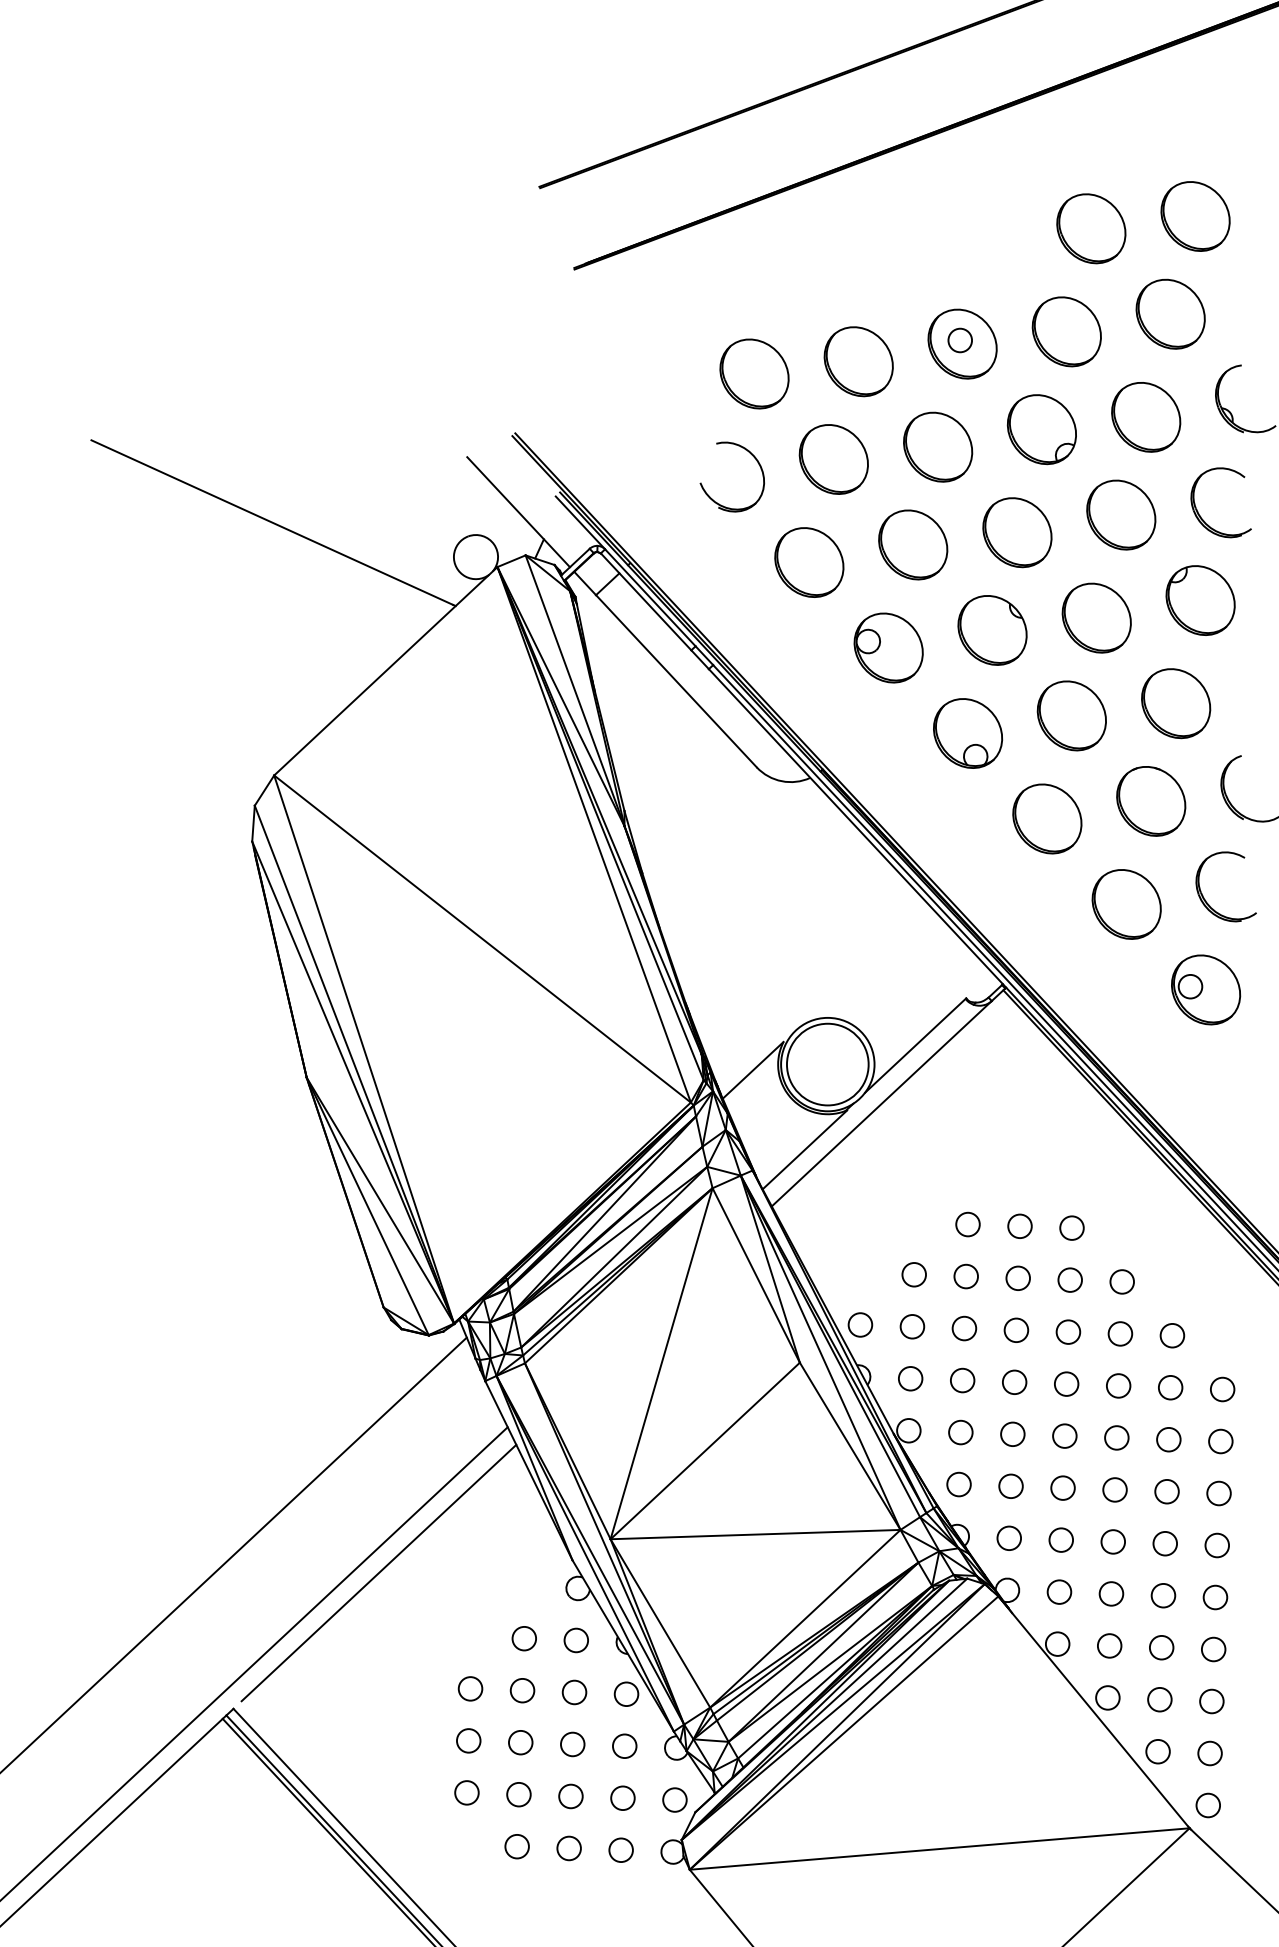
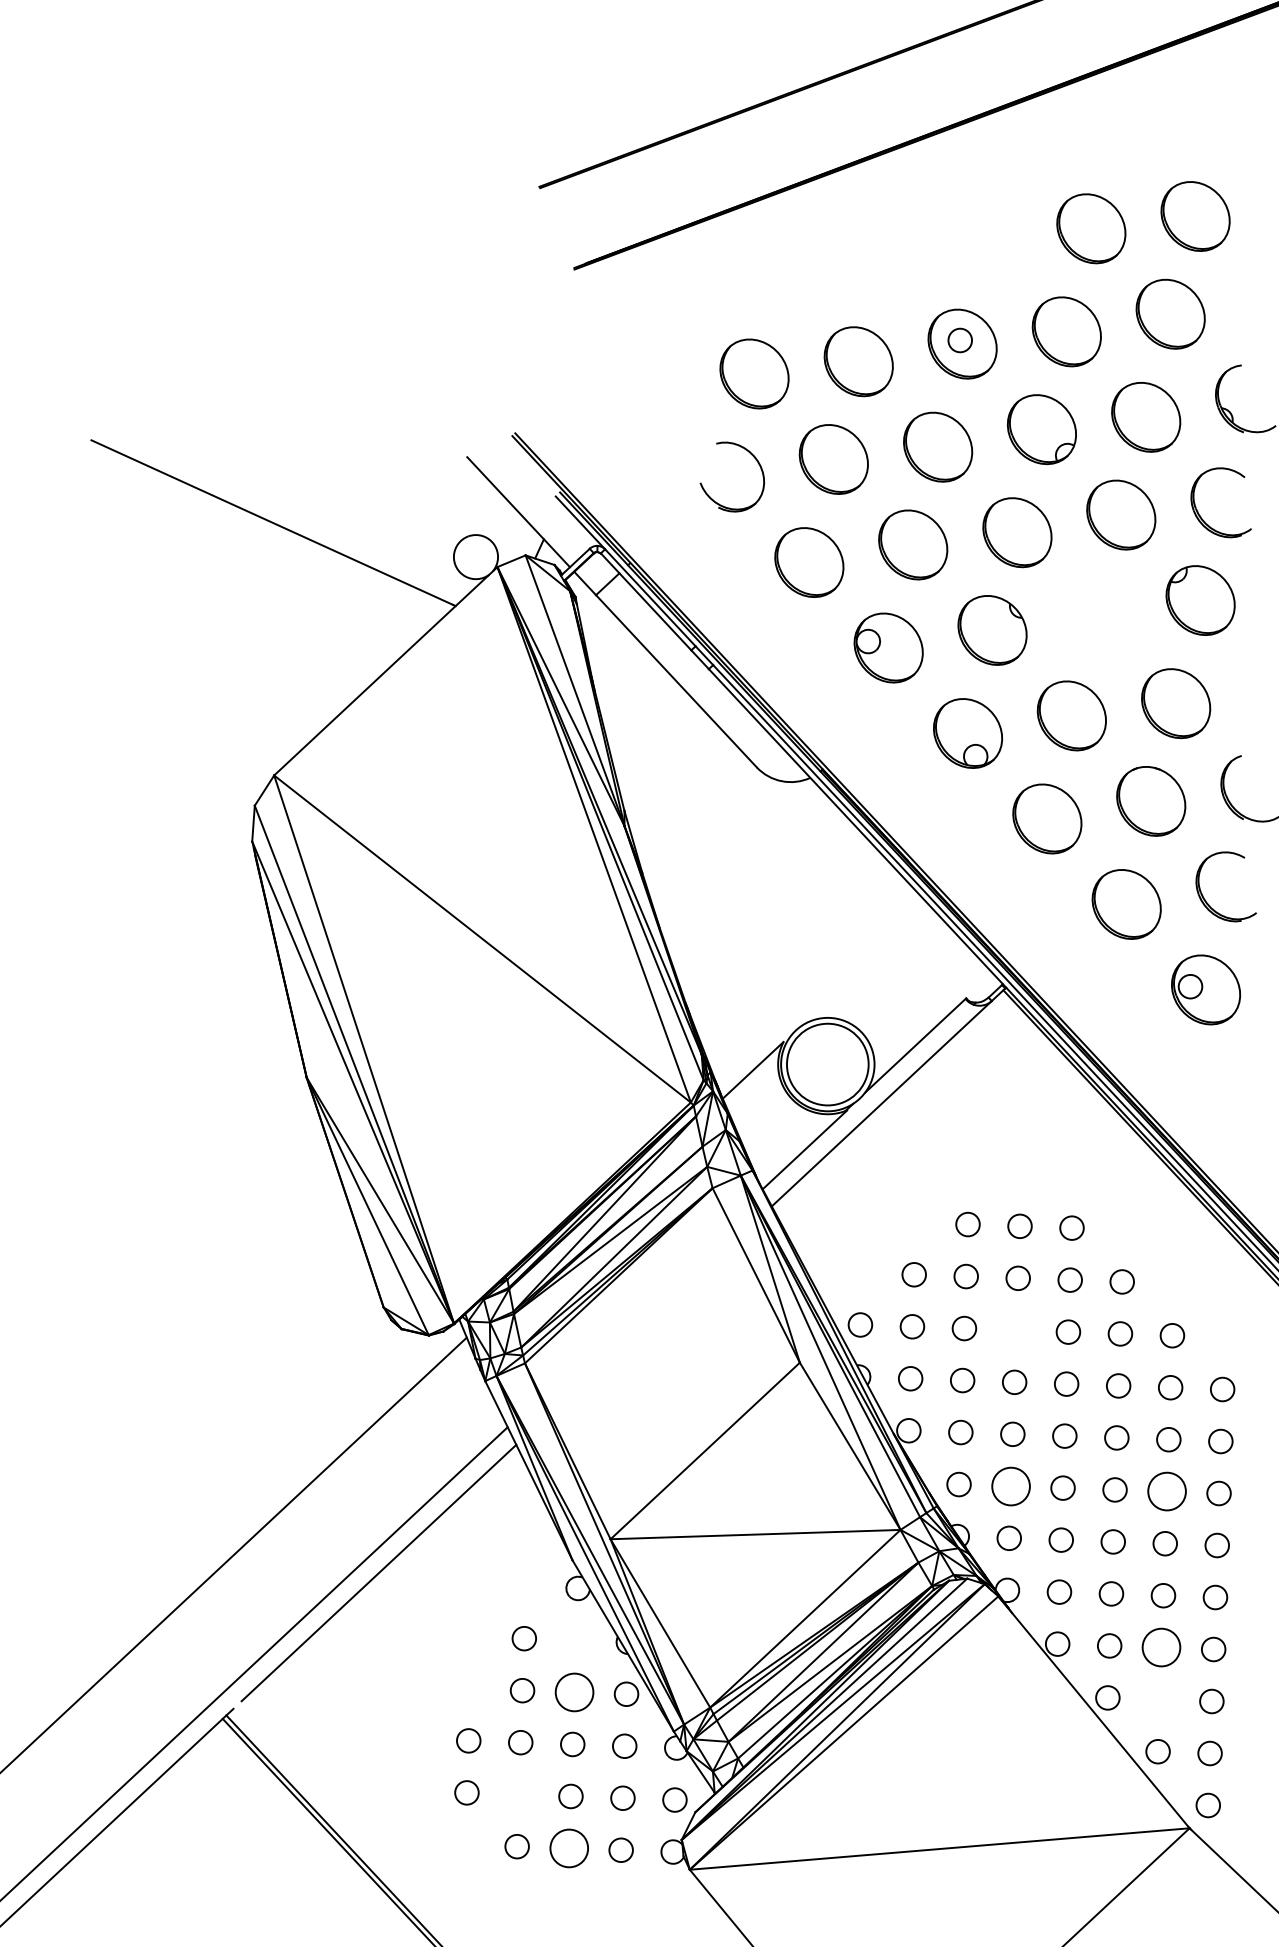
part at (1096, 617): present -> none
circle at (1016, 1329): present -> none
line at (661, 1363): present -> none
circle at (1010, 1485) size: 26x26 px -> 40x41 px
circle at (1166, 1491) size: 26x26 px -> 40x41 px
circle at (575, 1640): present -> none
circle at (1161, 1647) size: 26x26 px -> 41x41 px
circle at (470, 1688): present -> none
circle at (574, 1692) size: 27x27 px -> 41x41 px
circle at (1159, 1699): present -> none
circle at (518, 1794): present -> none
line at (342, 1825): present -> none
circle at (568, 1848) size: 26x27 px -> 40x41 px
